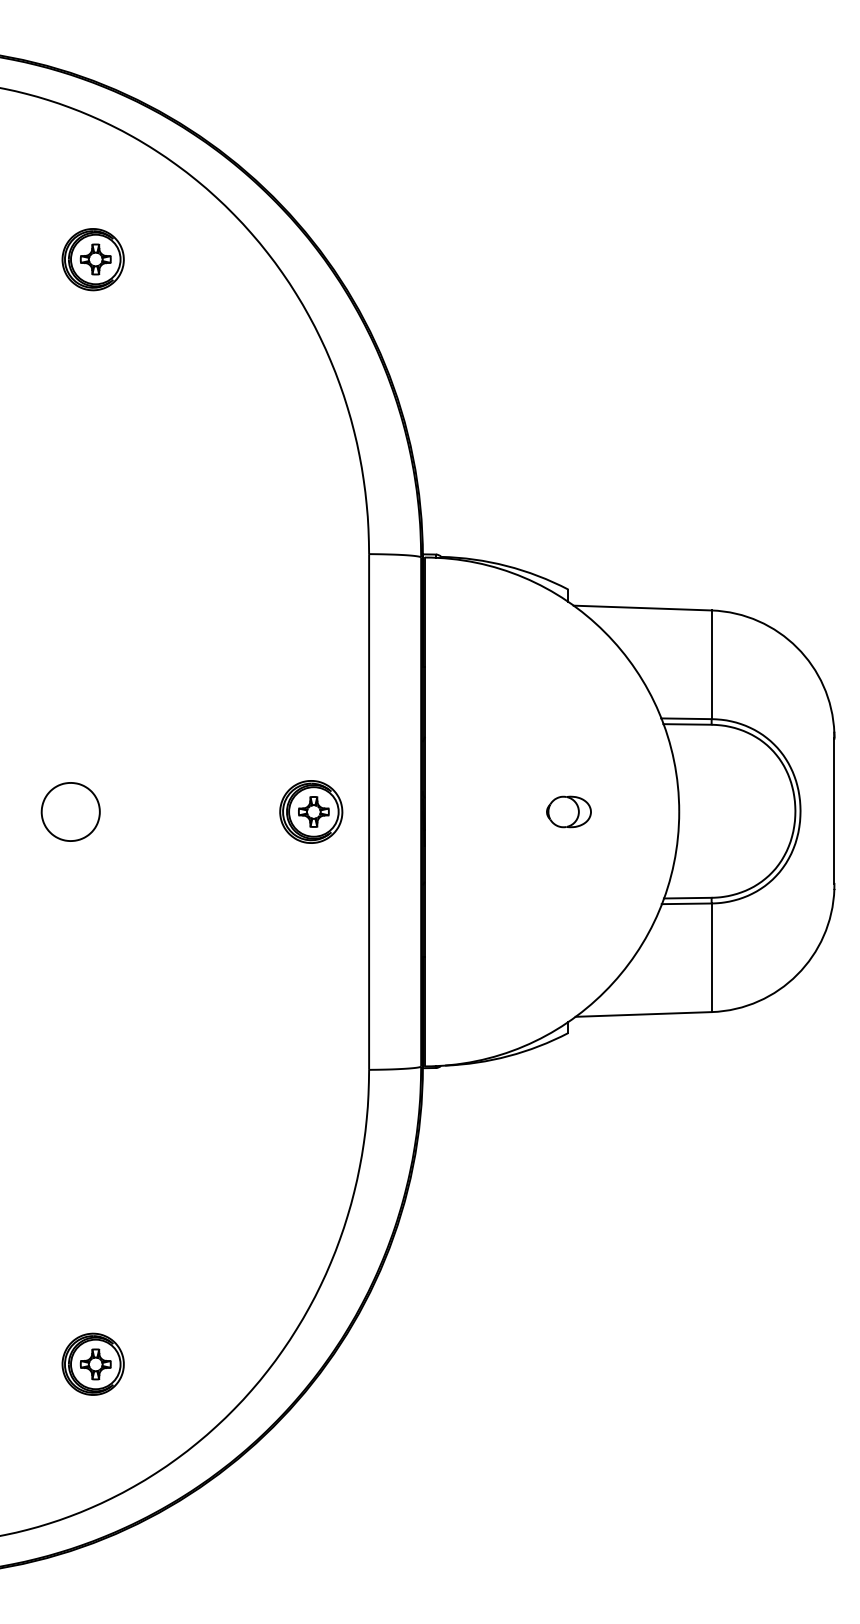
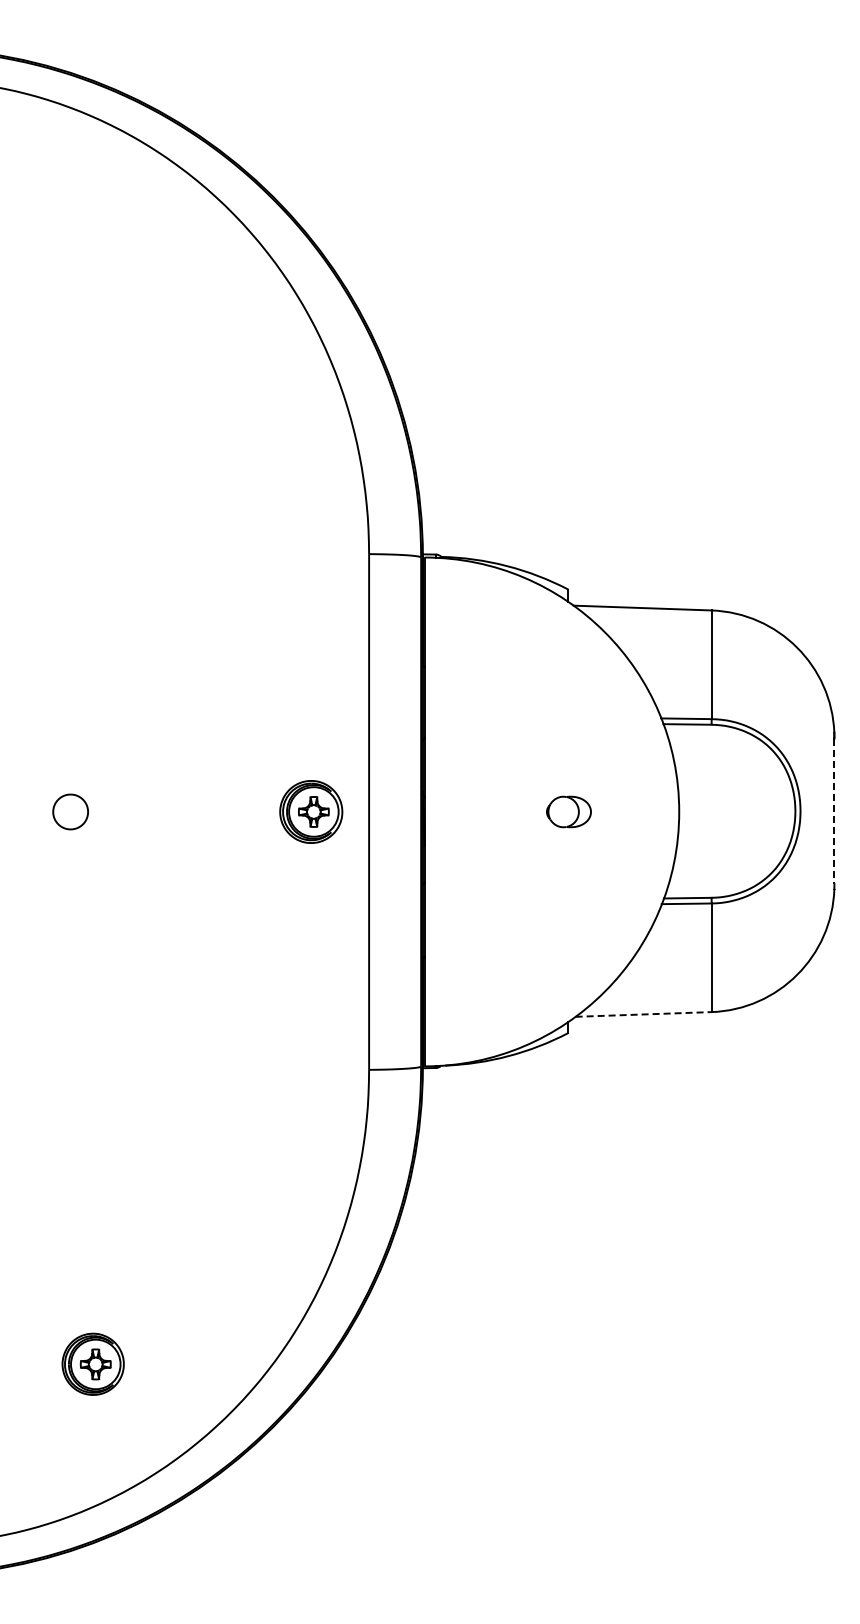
part at (92, 259): present -> none
part at (70, 811) size: 61x60 px -> 37x38 px
line at (834, 811): solid -> dashed
line at (644, 1014): solid -> dashed
